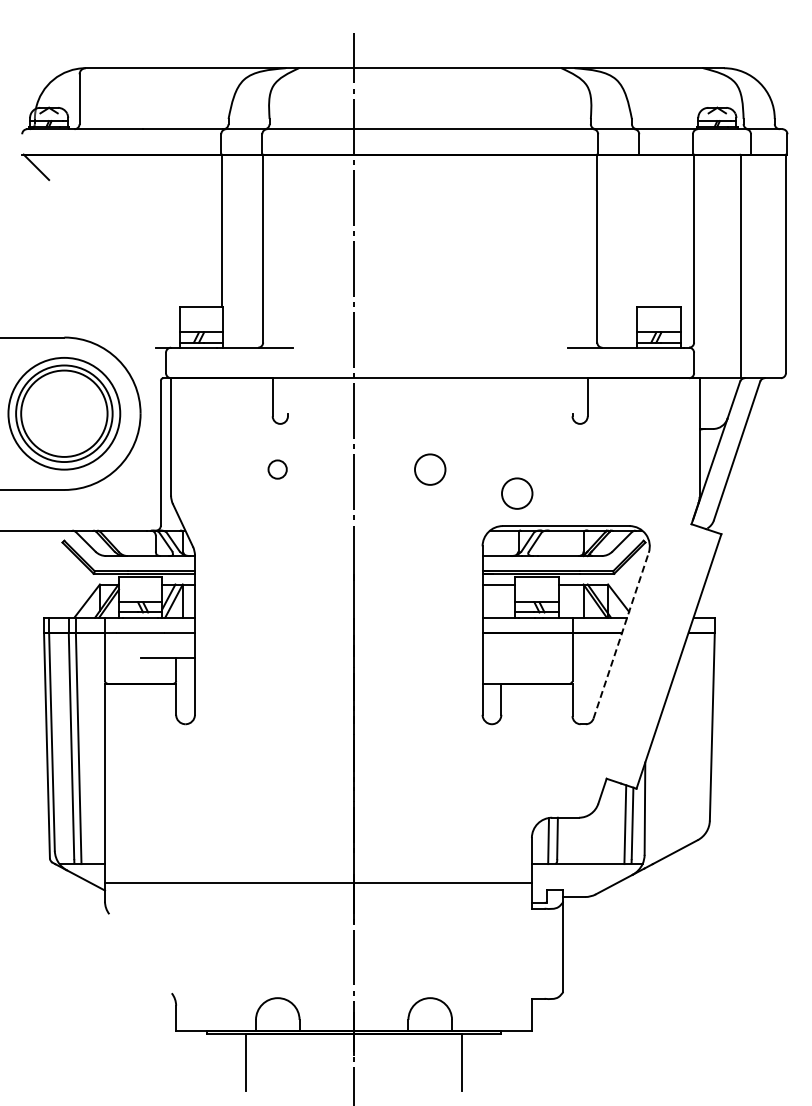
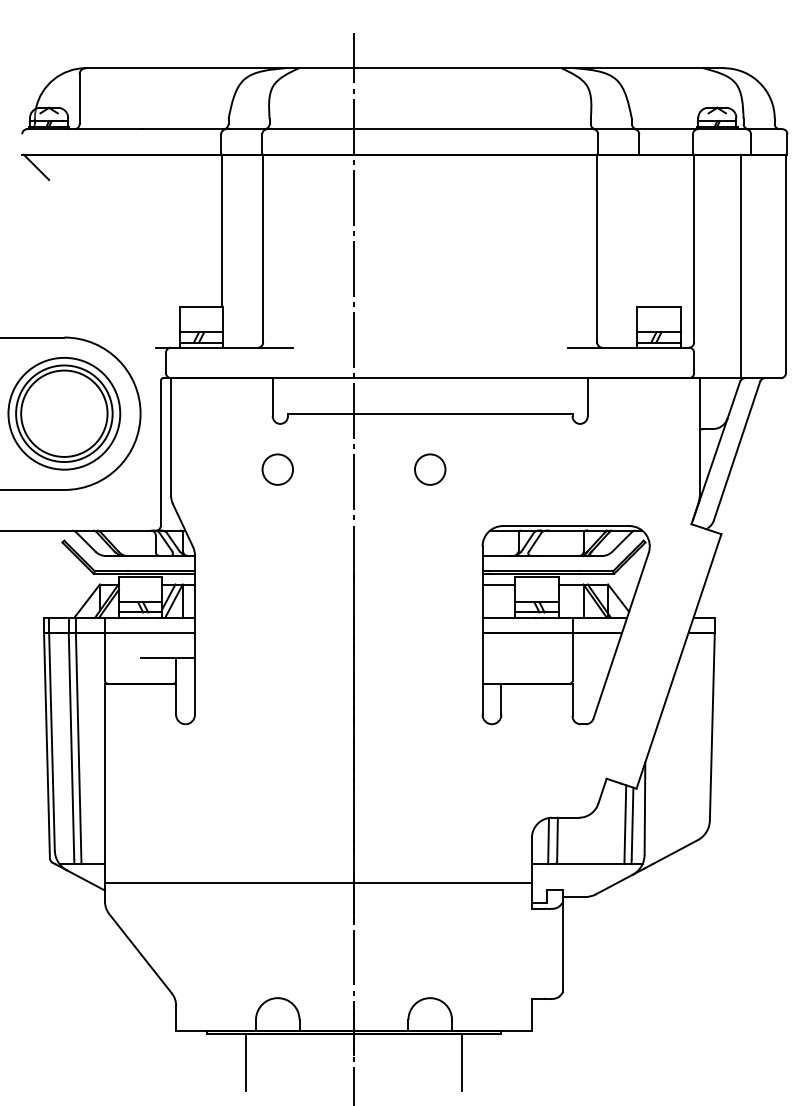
line at (429, 413): none -> present
circle at (277, 469) size: 21x21 px -> 33x33 px
circle at (517, 493): present -> none
line at (621, 635): dashed -> solid
line at (140, 953): none -> present
